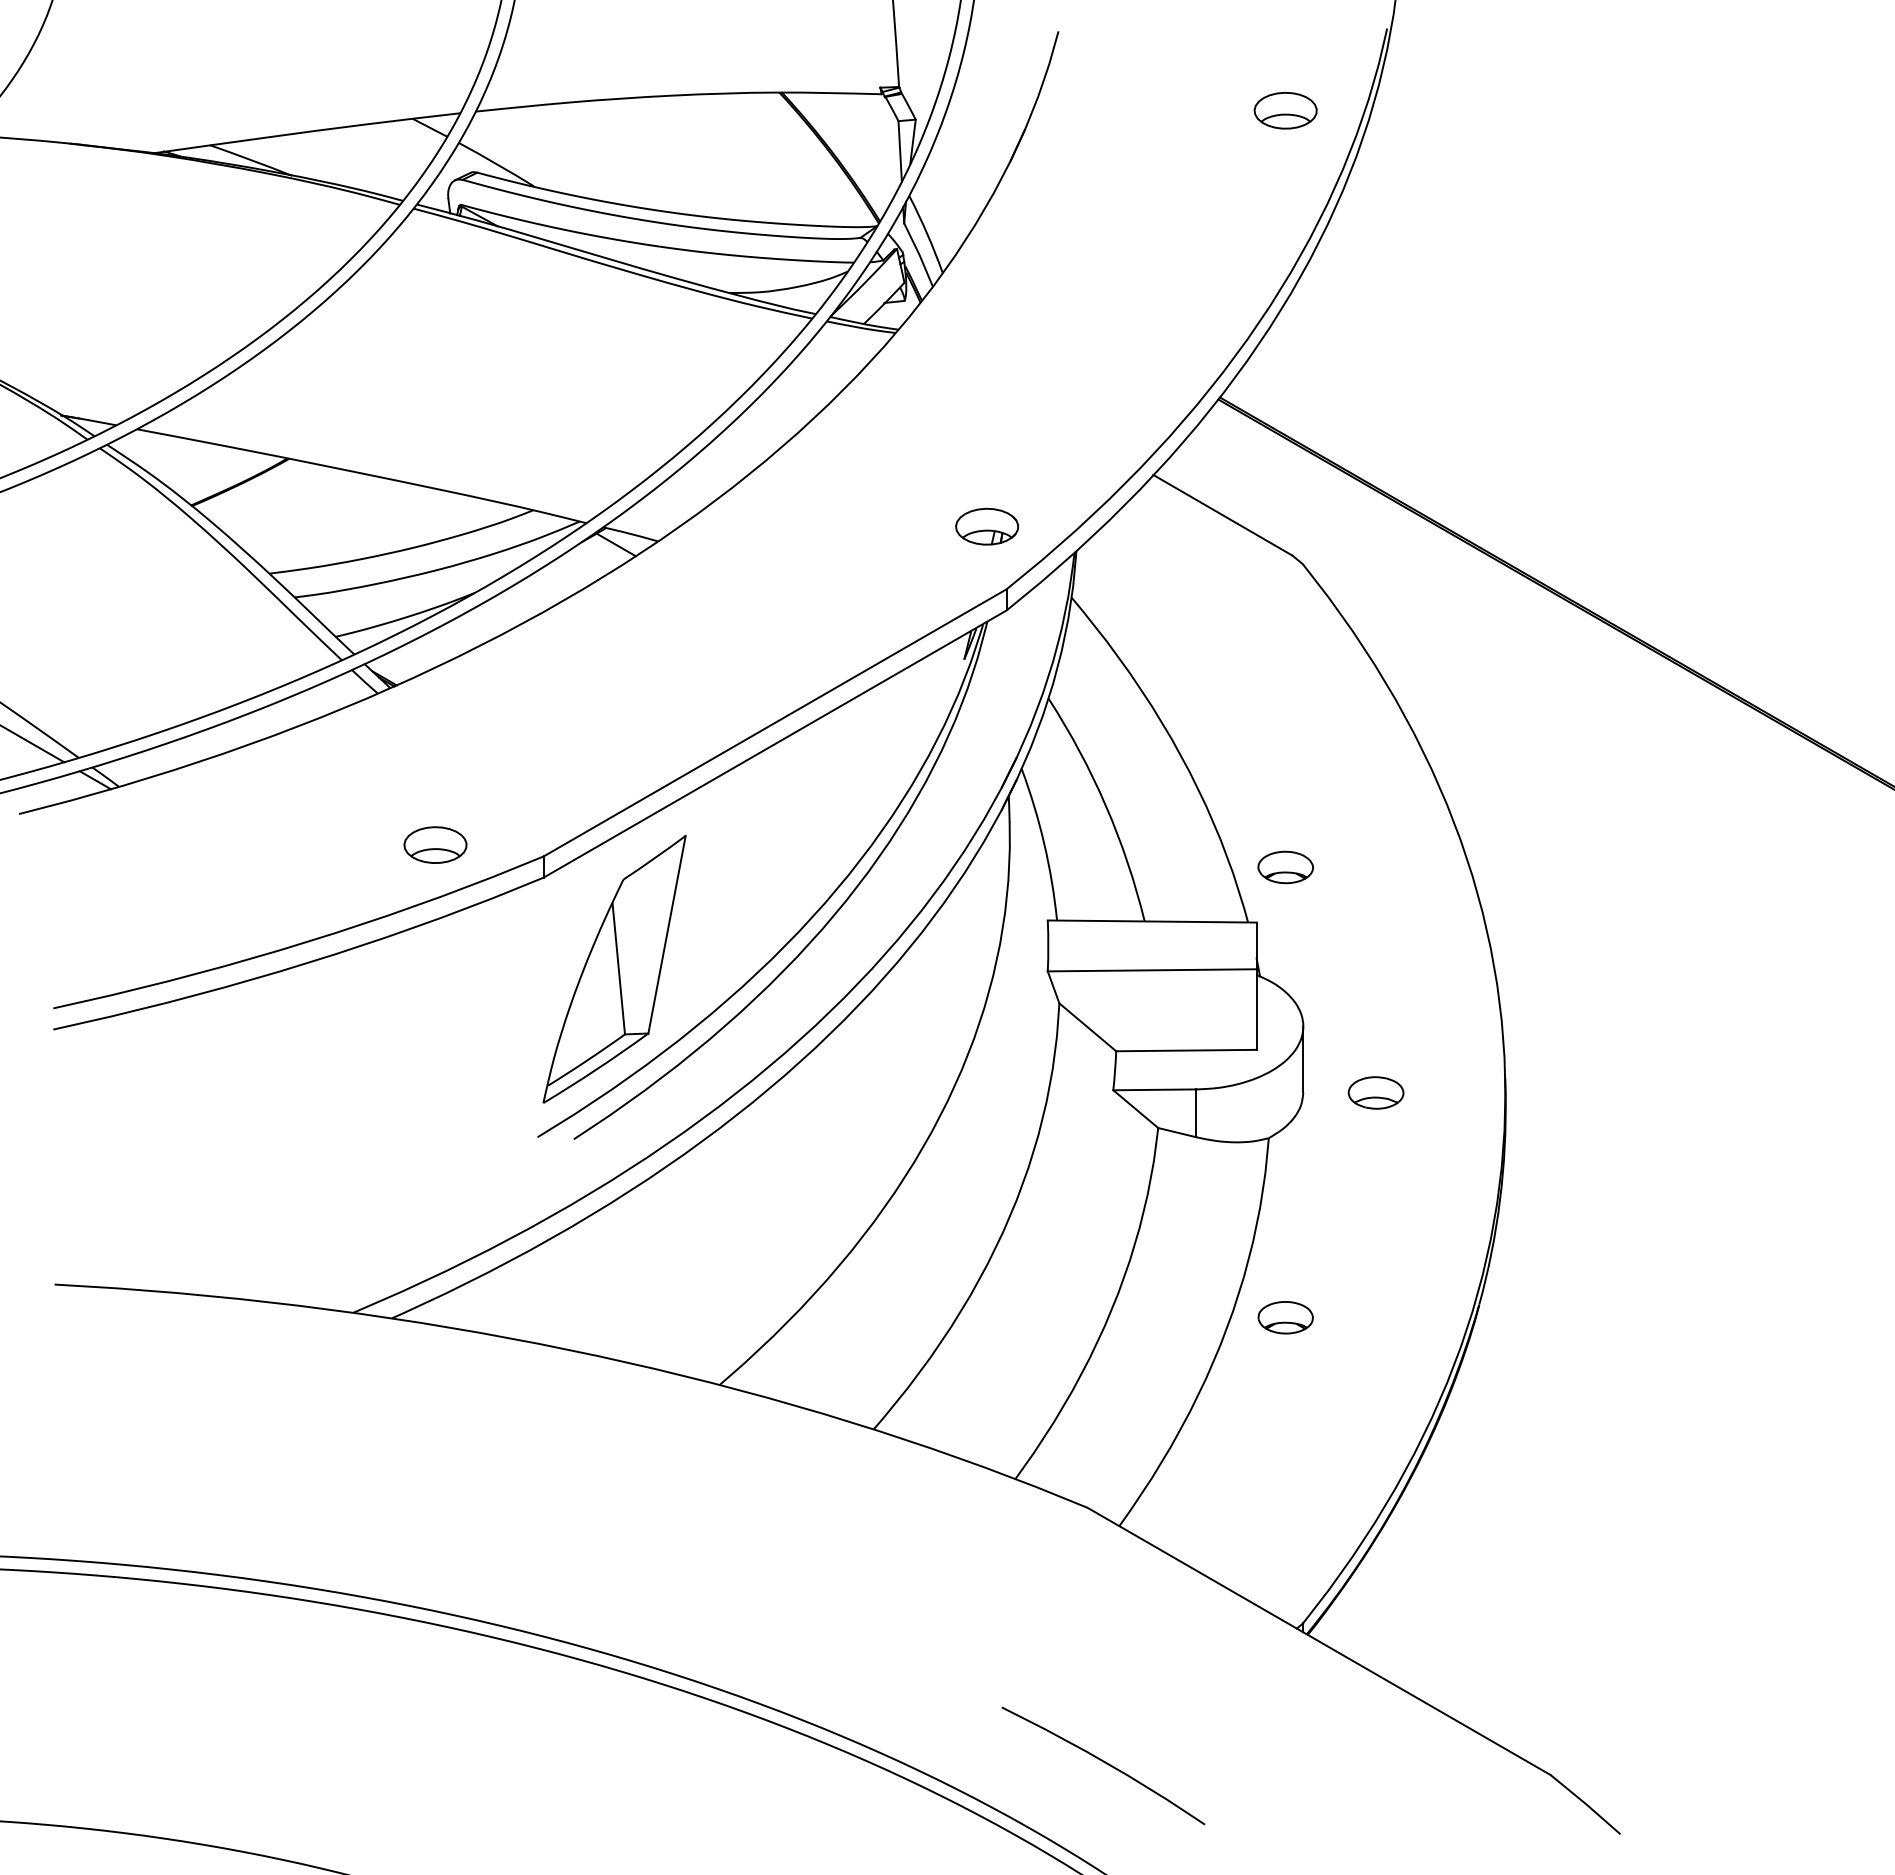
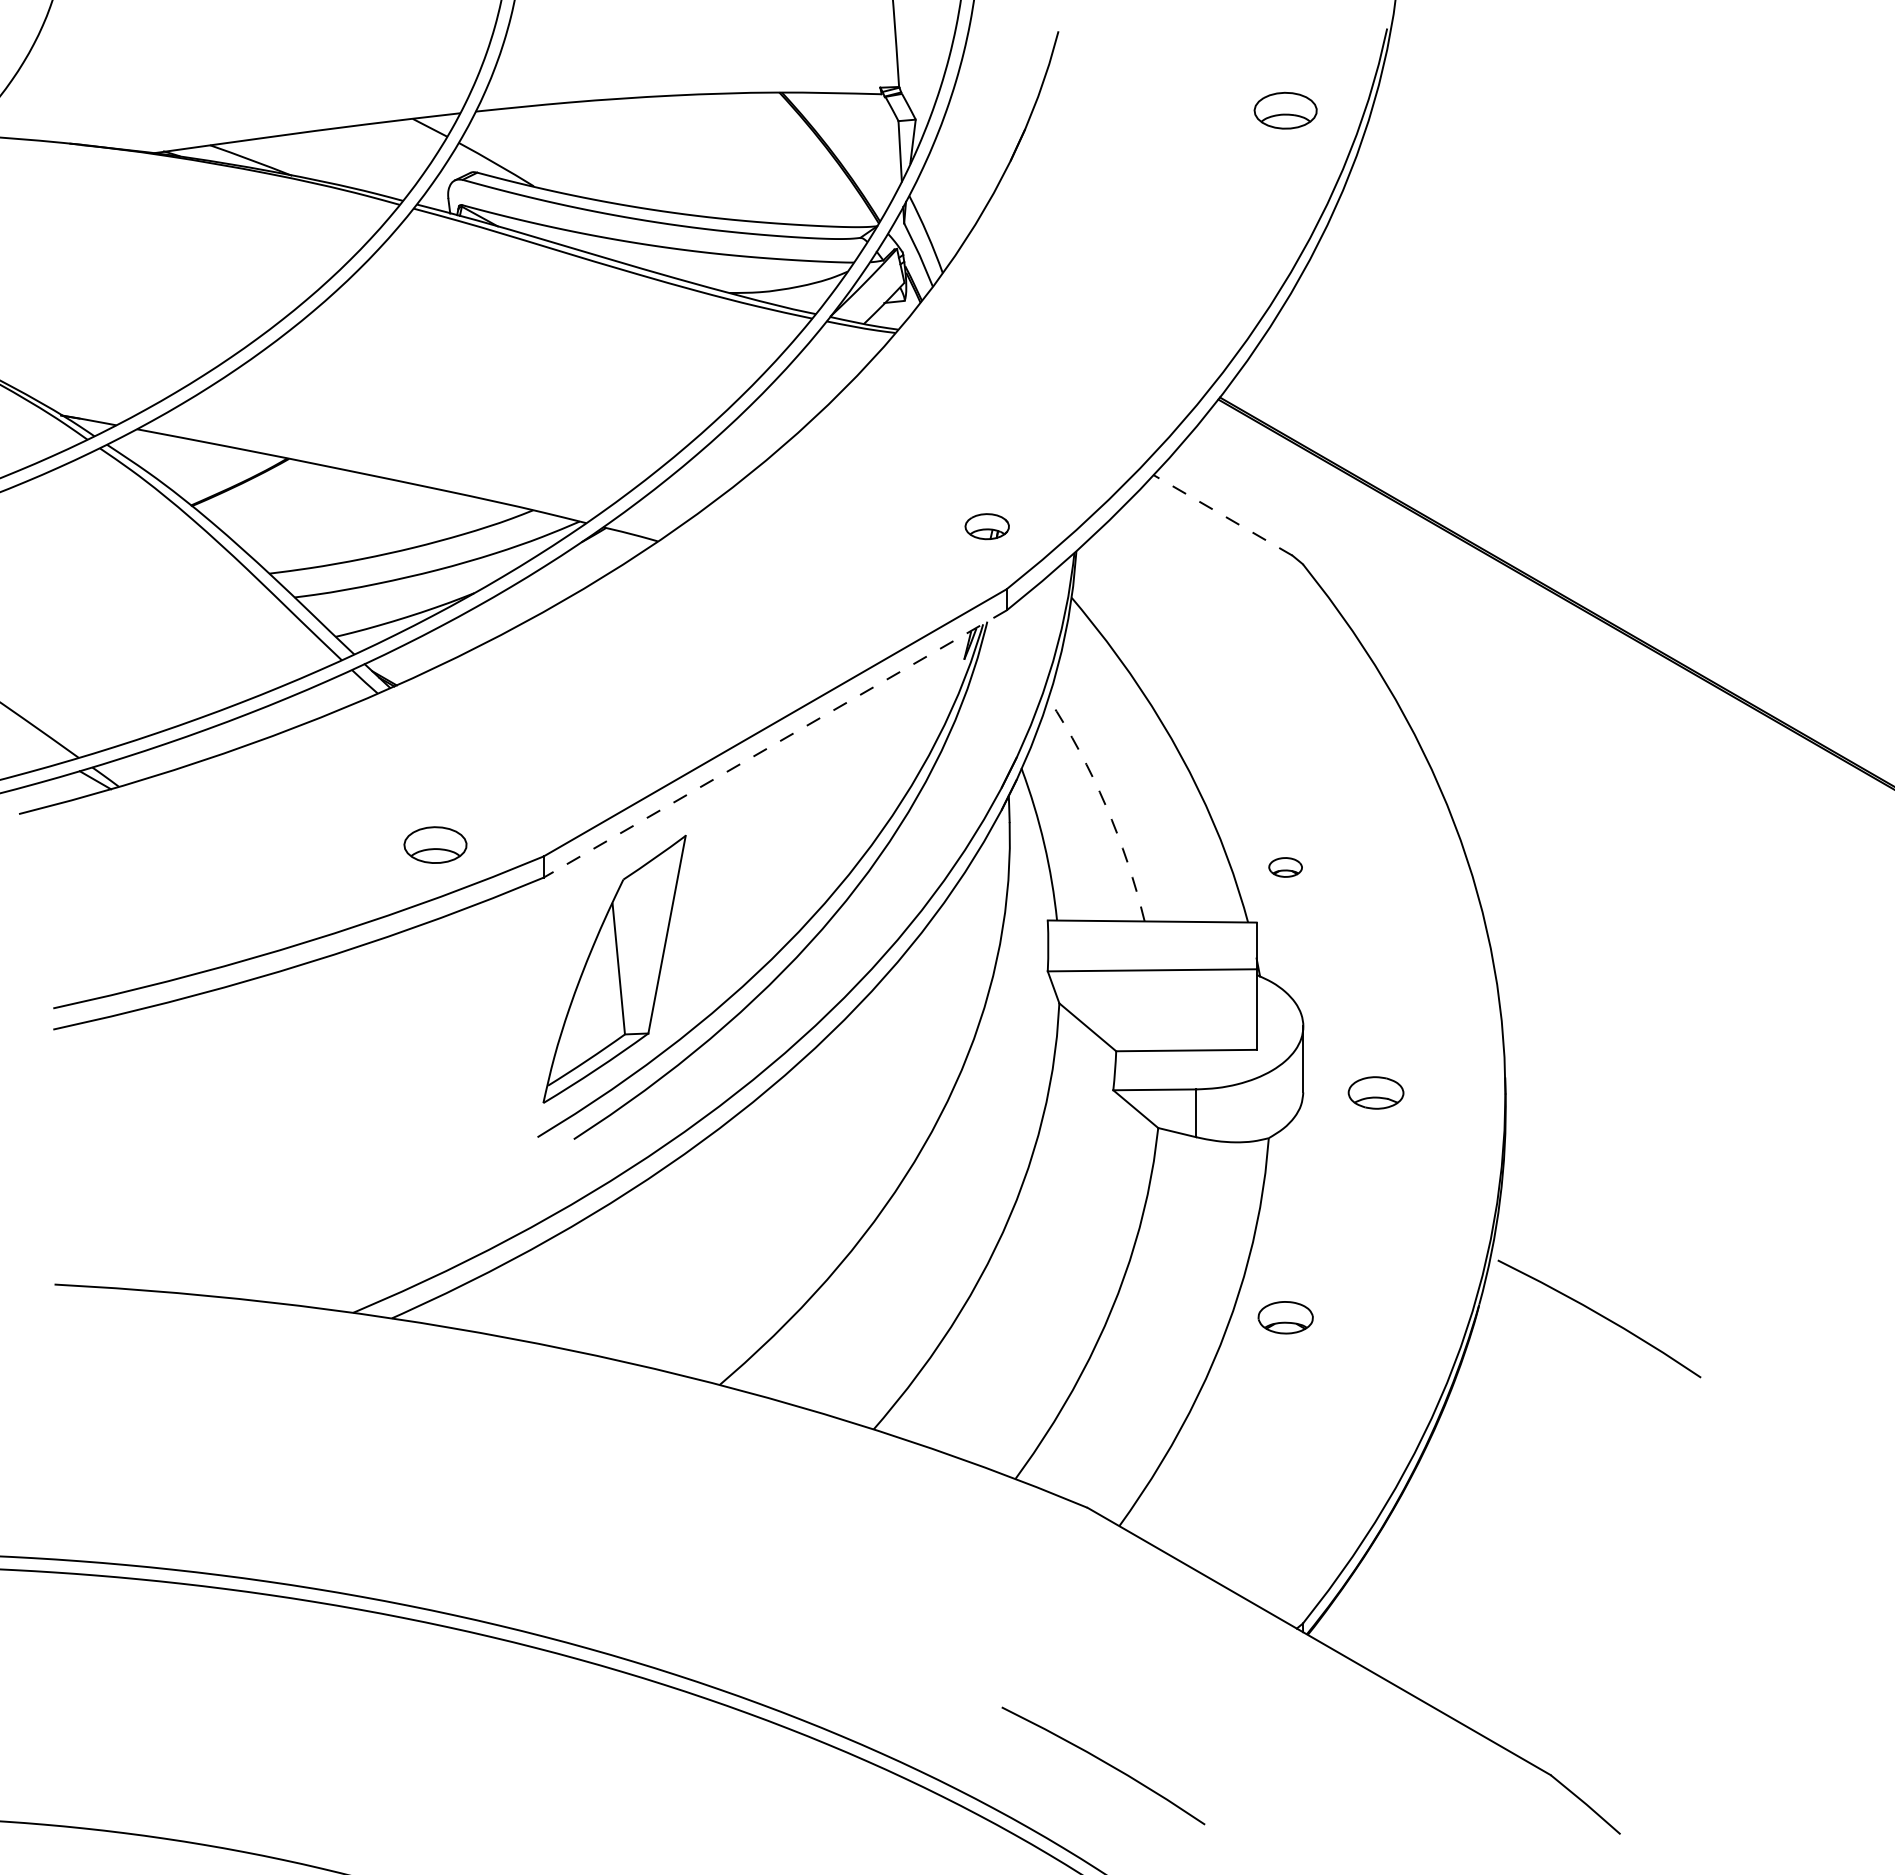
line at (1222, 515): solid -> dashed
part at (987, 526) size: 65x39 px -> 46x28 px
line at (616, 544): present -> none
line at (33, 744): present -> none
line at (774, 744): solid -> dashed
arc at (1105, 806): solid -> dashed
part at (1285, 867) size: 57x35 px -> 35x21 px
curve at (1600, 1316): none -> present
